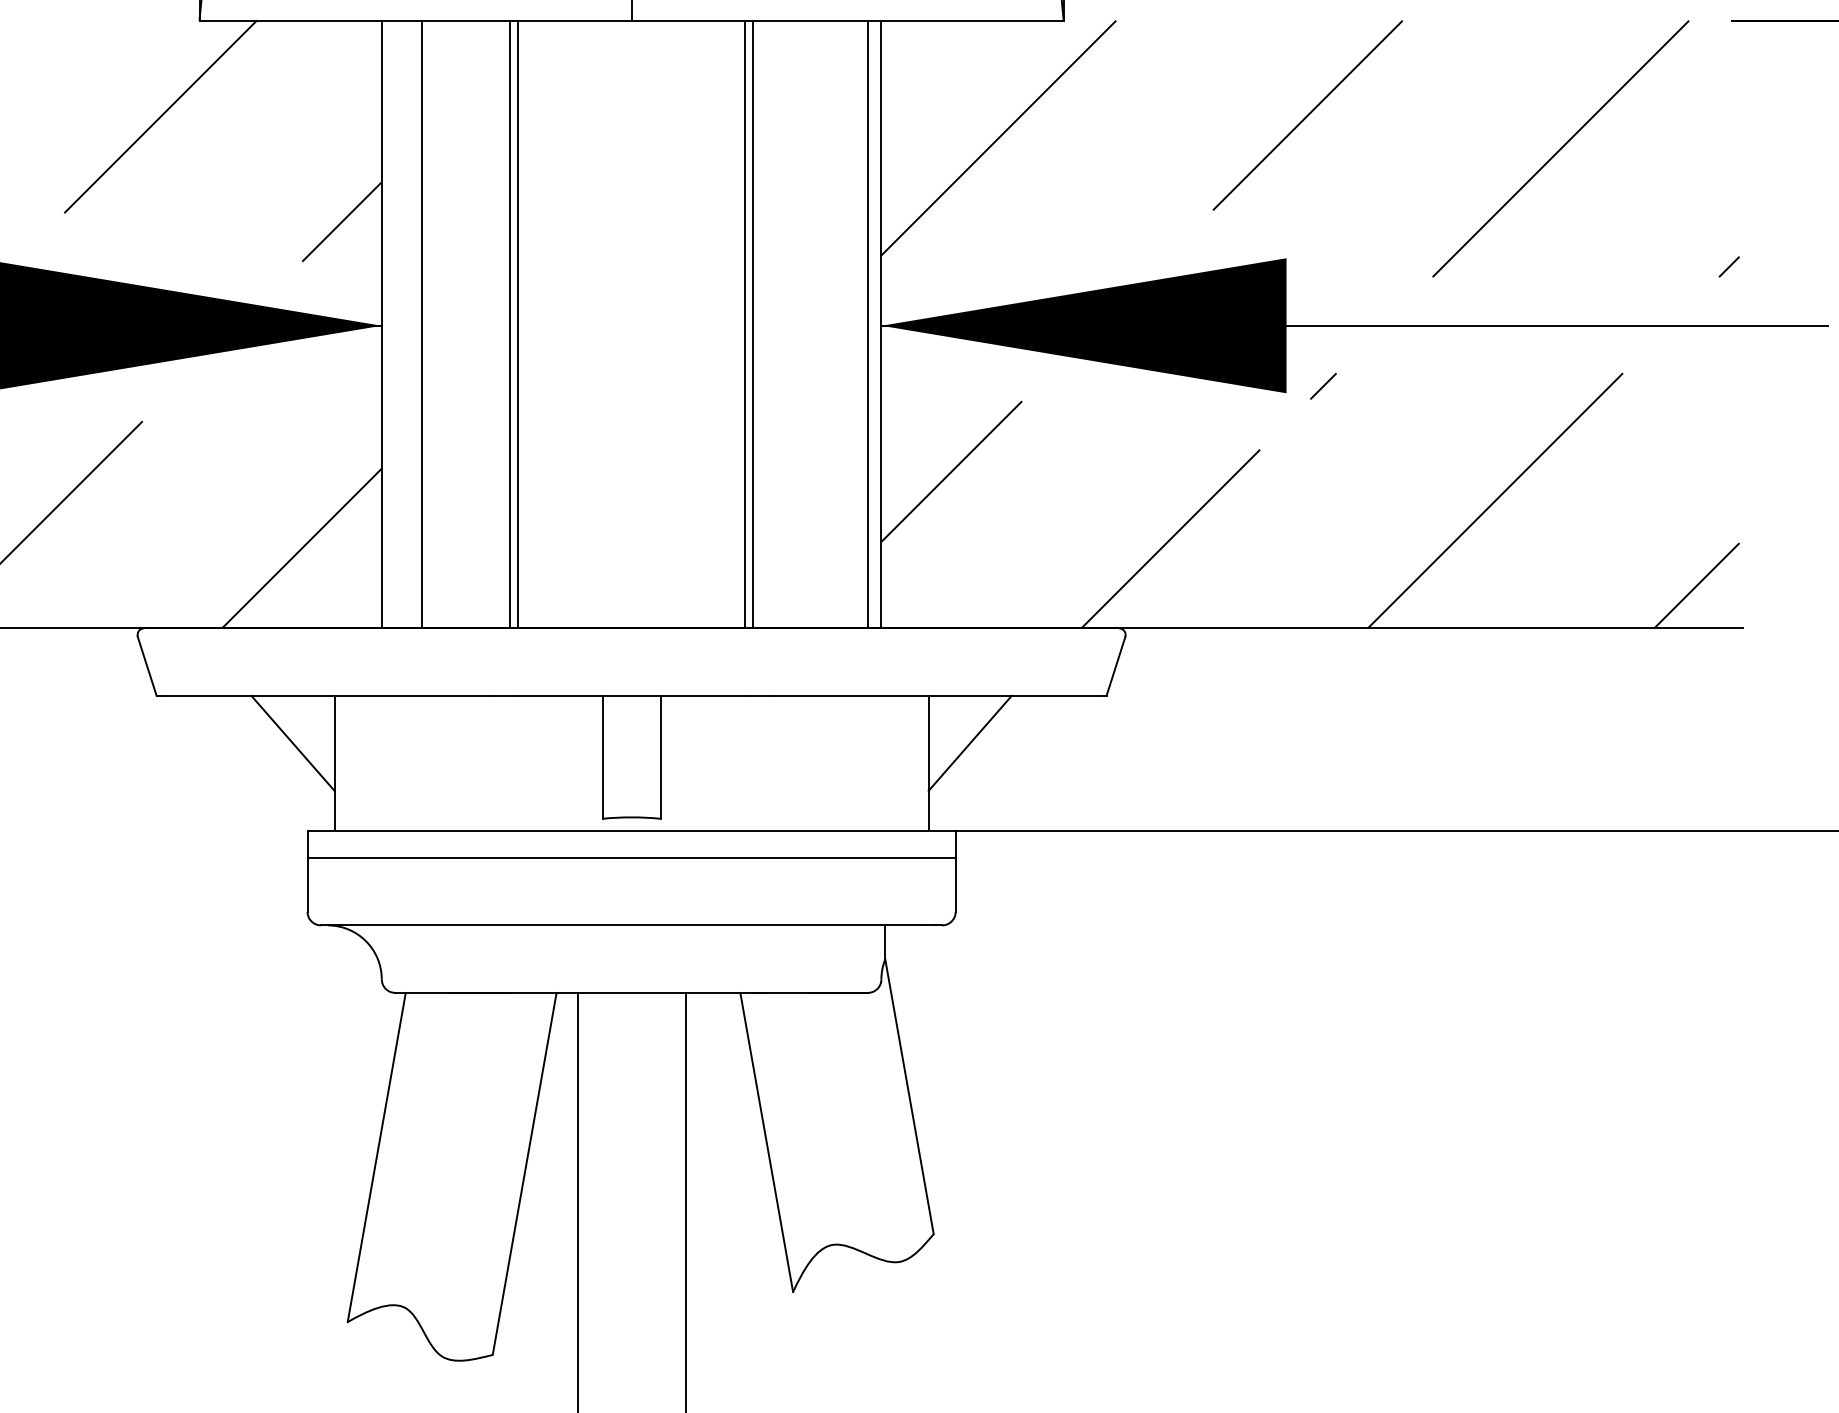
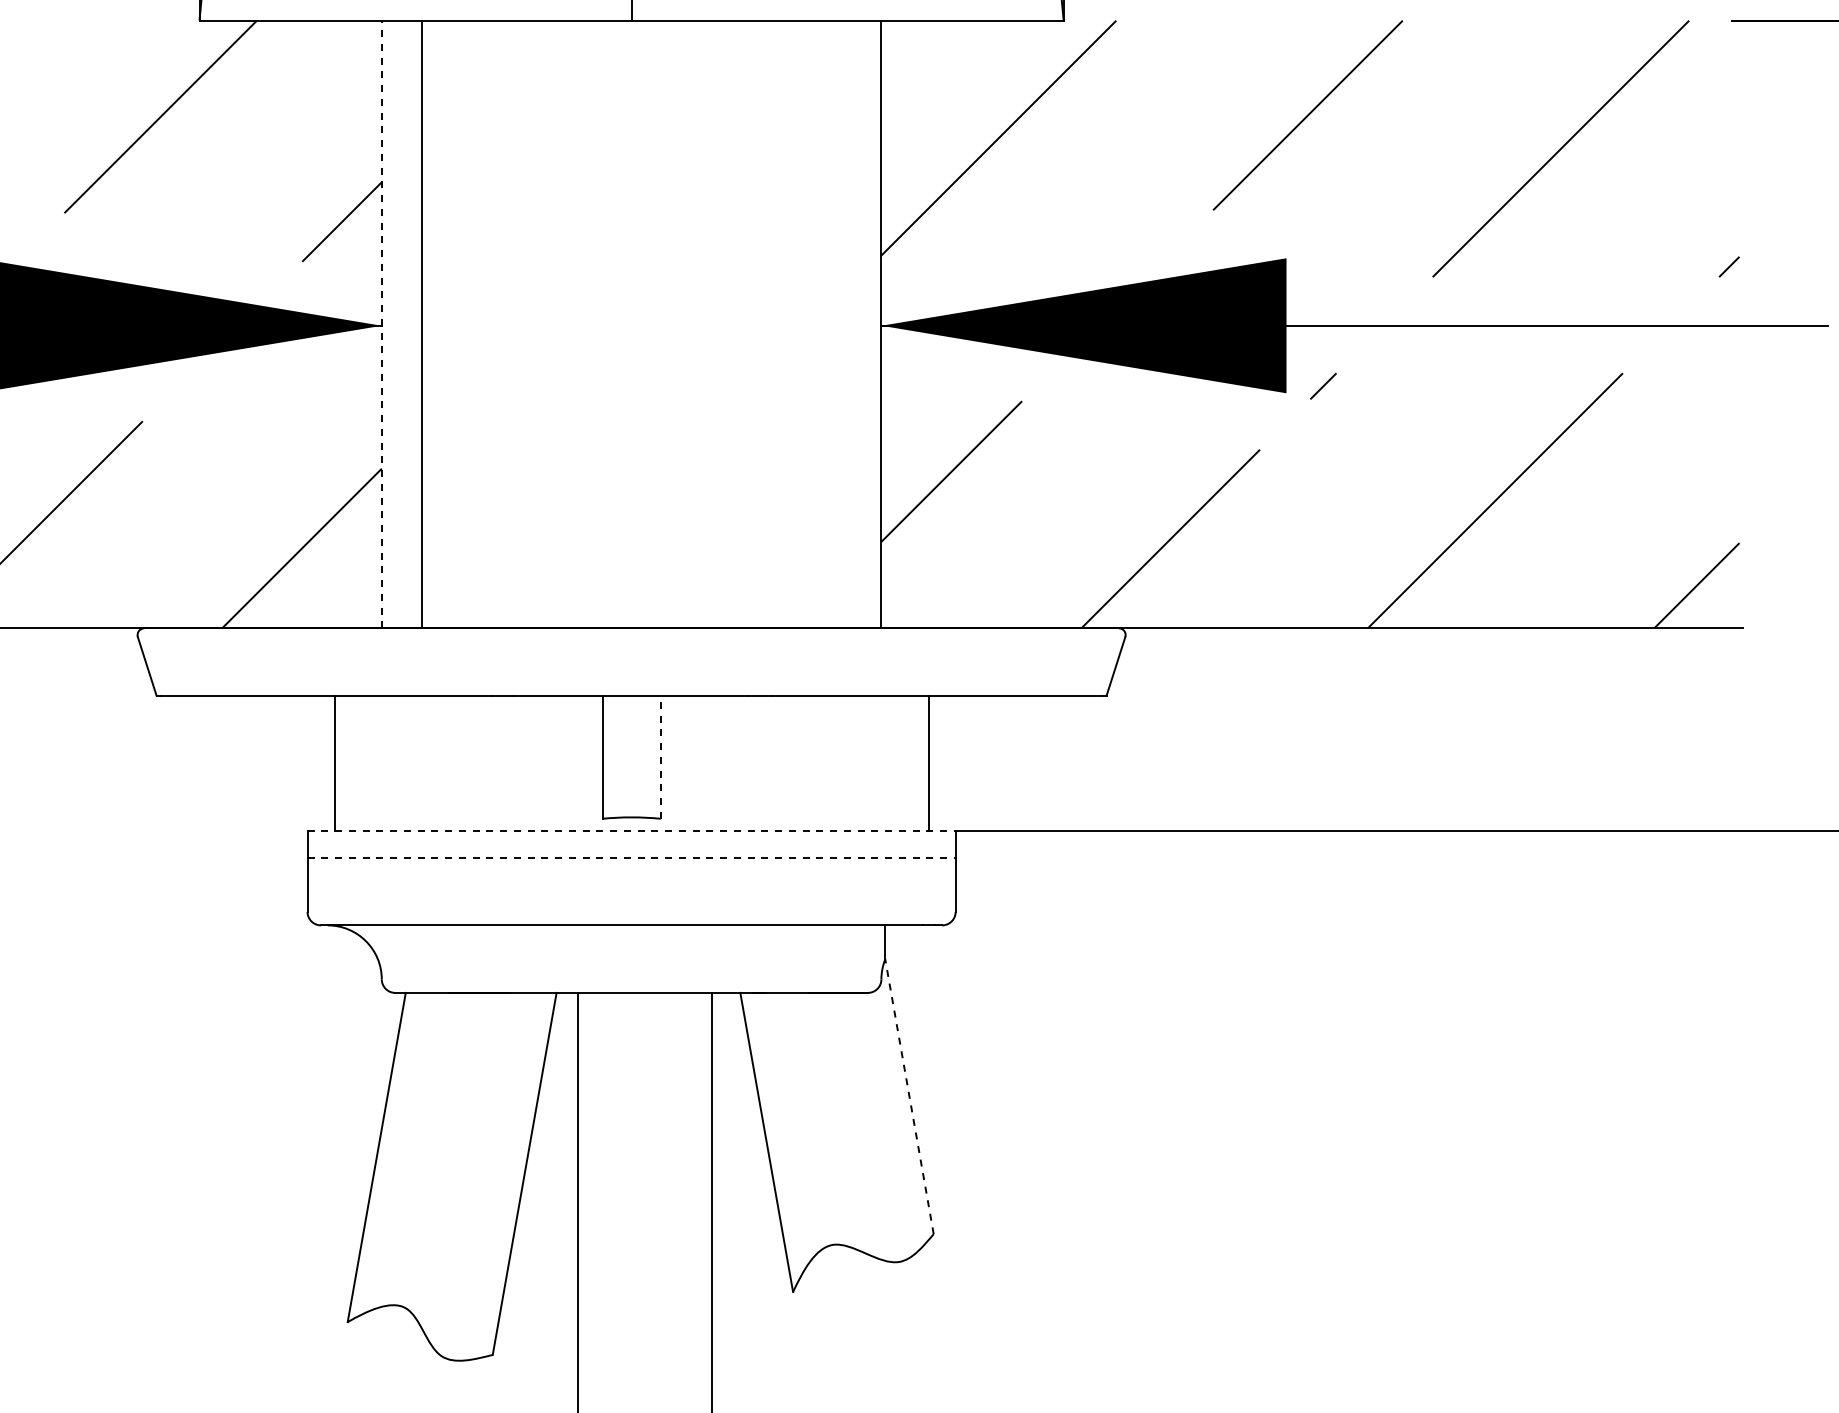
line at (381, 324): solid -> dashed
line at (510, 324): present -> none
line at (518, 324): present -> none
line at (744, 324): present -> none
line at (753, 324): present -> none
line at (867, 324): present -> none
line at (292, 742): present -> none
line at (969, 742): present -> none
line at (660, 756): solid -> dashed
line at (632, 830): solid -> dashed
line at (632, 857): solid -> dashed
line at (909, 1096): solid -> dashed
line at (685, 1200) position: (685, 1200) -> (711, 1200)
